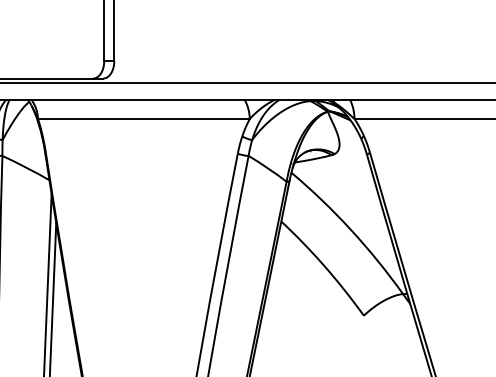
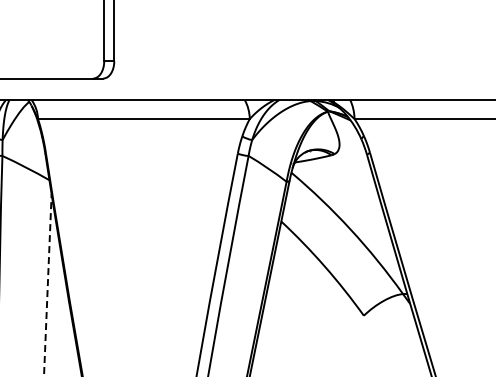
line at (247, 82): present -> none
line at (47, 284): solid -> dashed
line at (52, 298): present -> none
